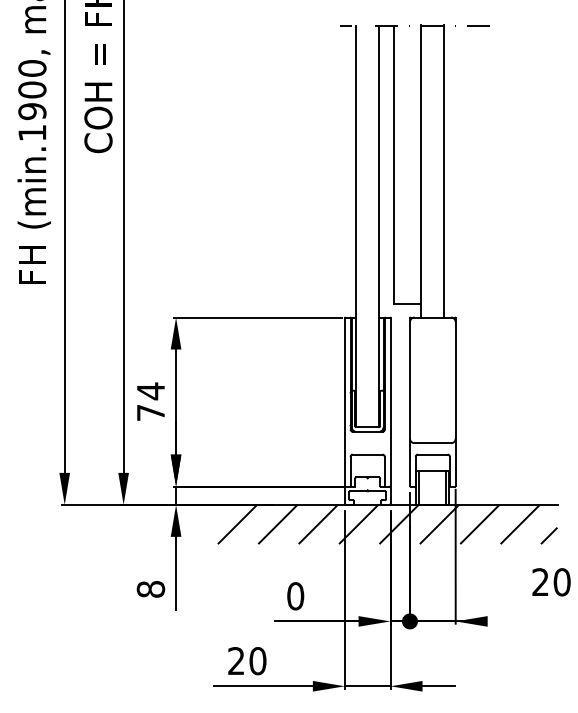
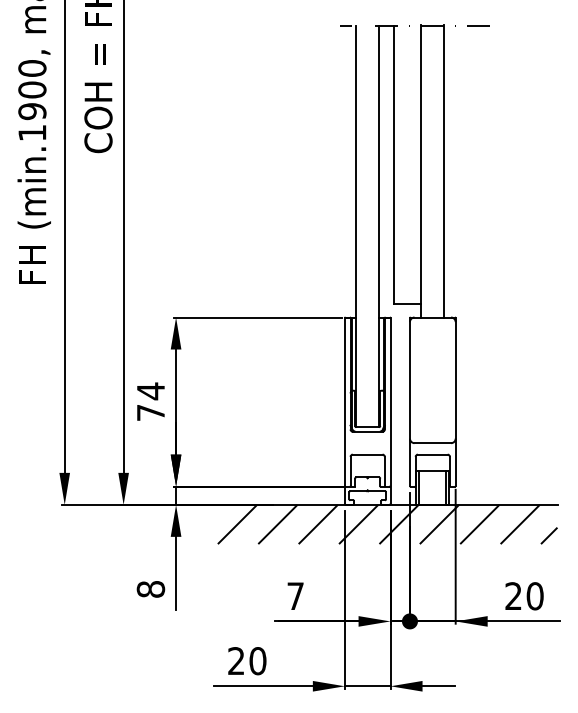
text at (551, 582) position: (551, 582) -> (524, 596)
text at (295, 596): 0 -> 7
line at (523, 621): none -> present
